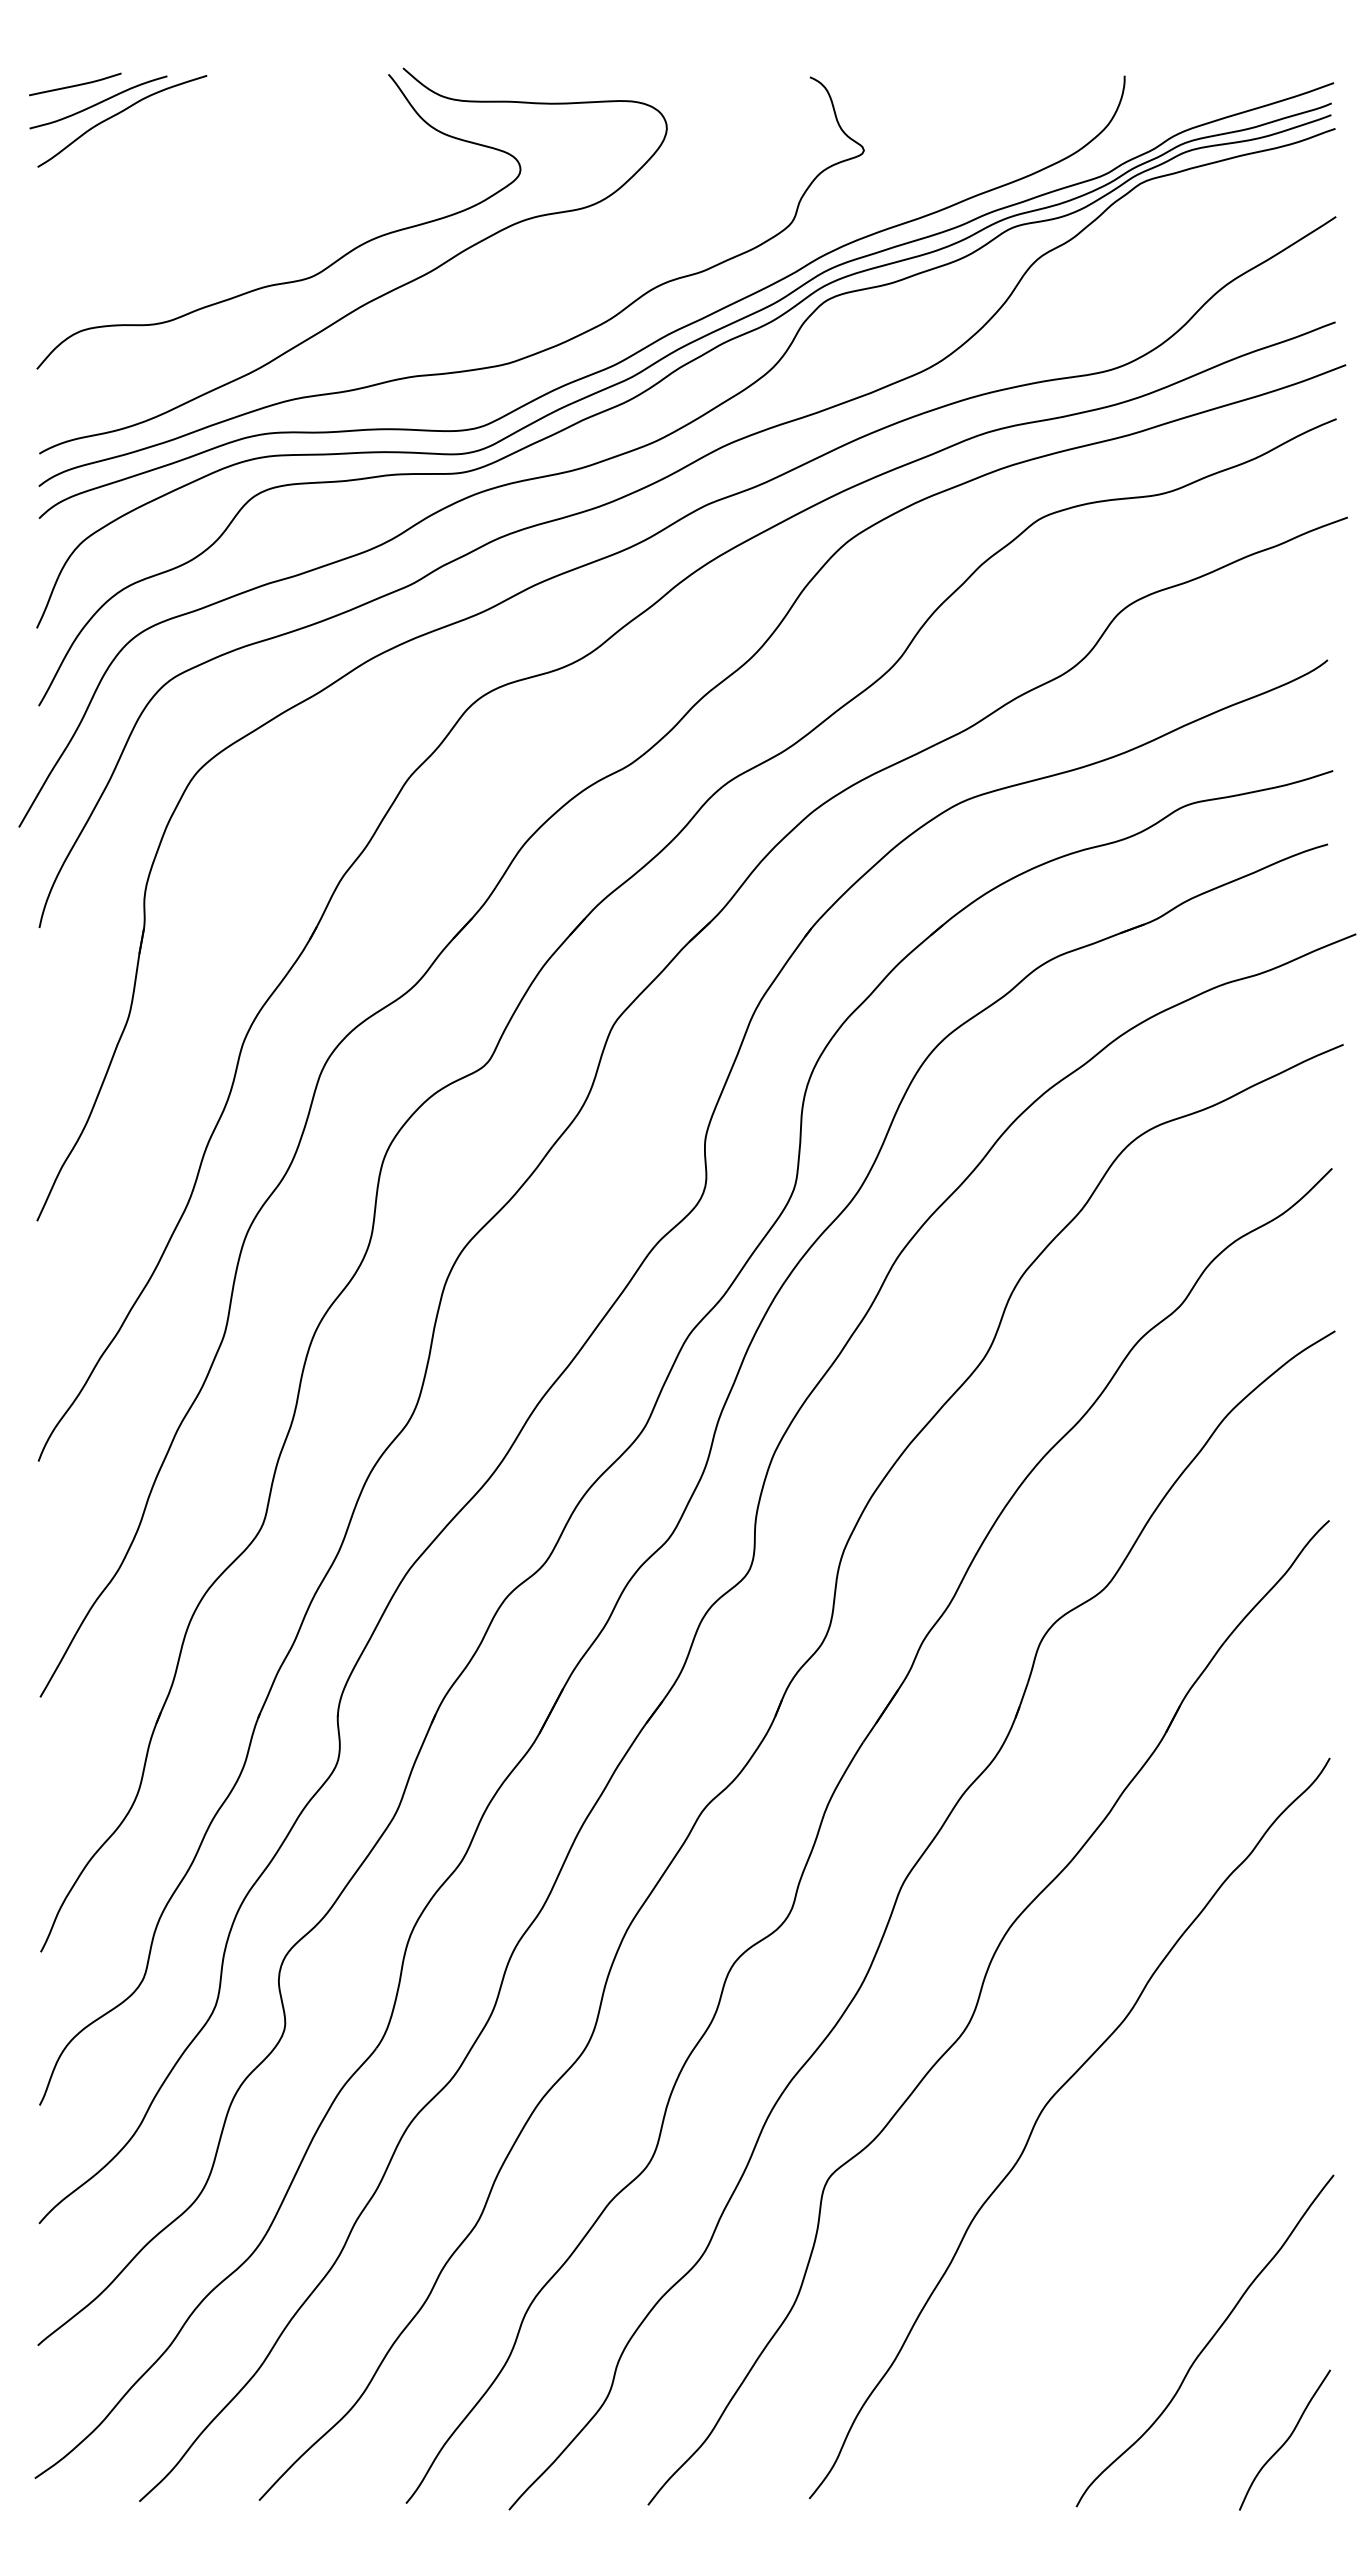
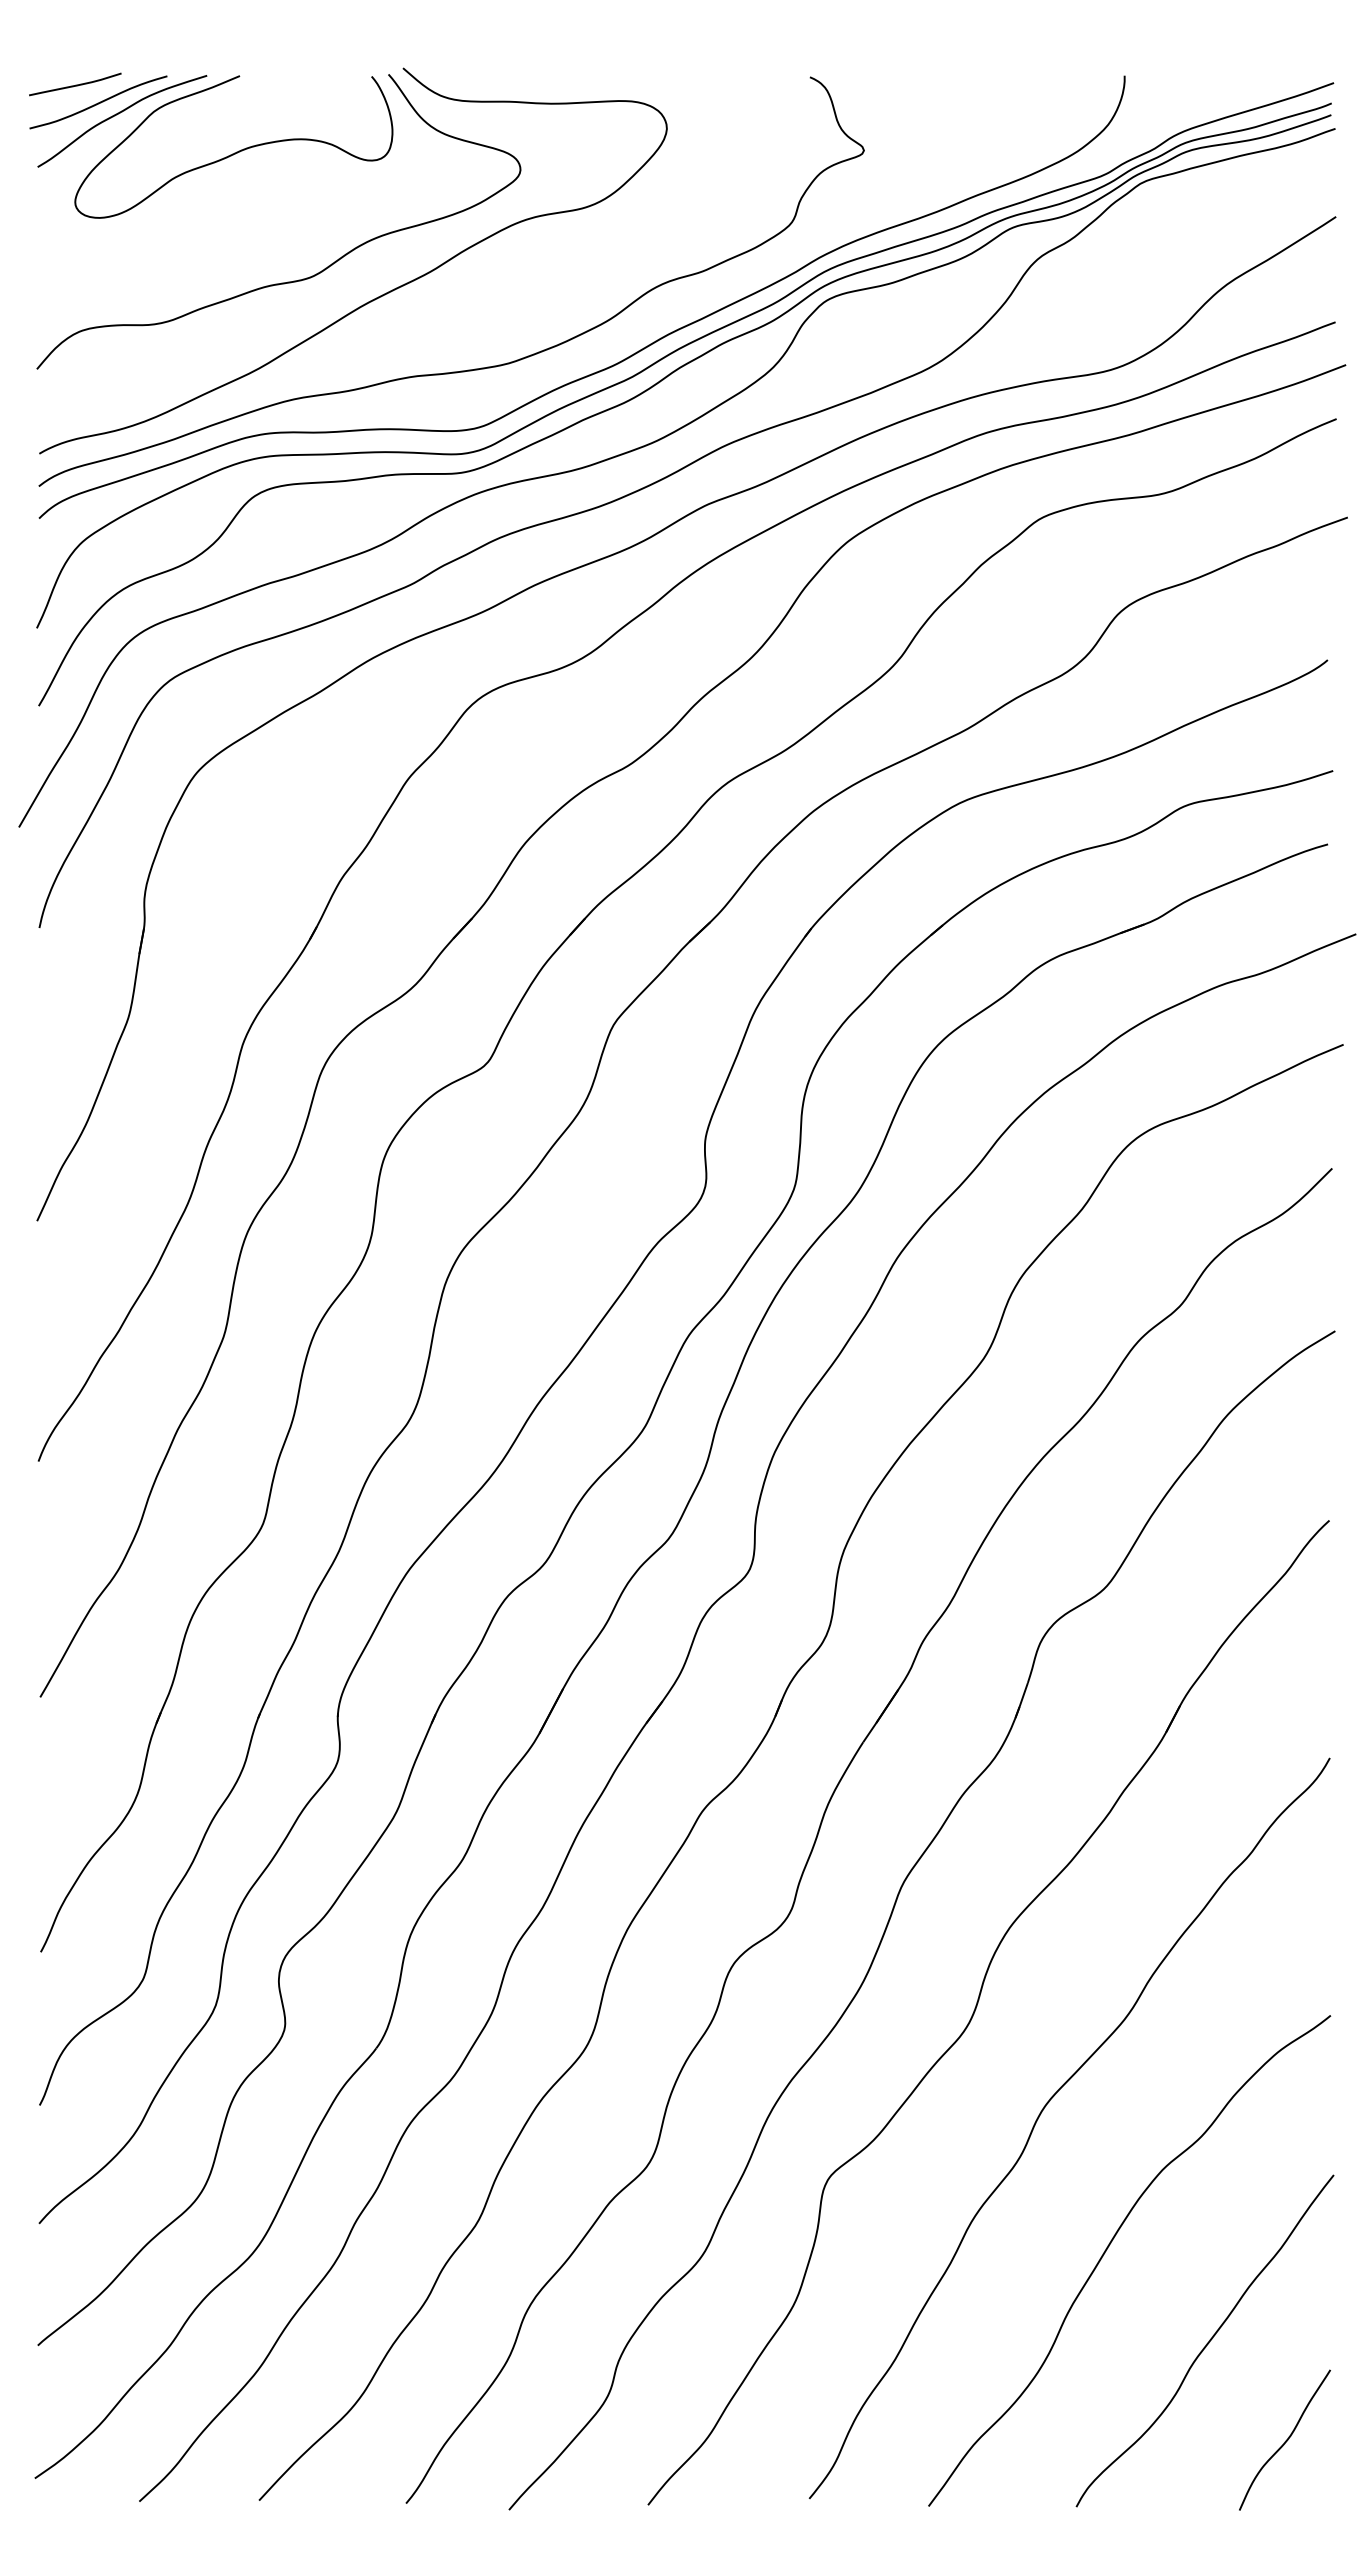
curve at (236, 151): none -> present
curve at (1108, 2248): none -> present
